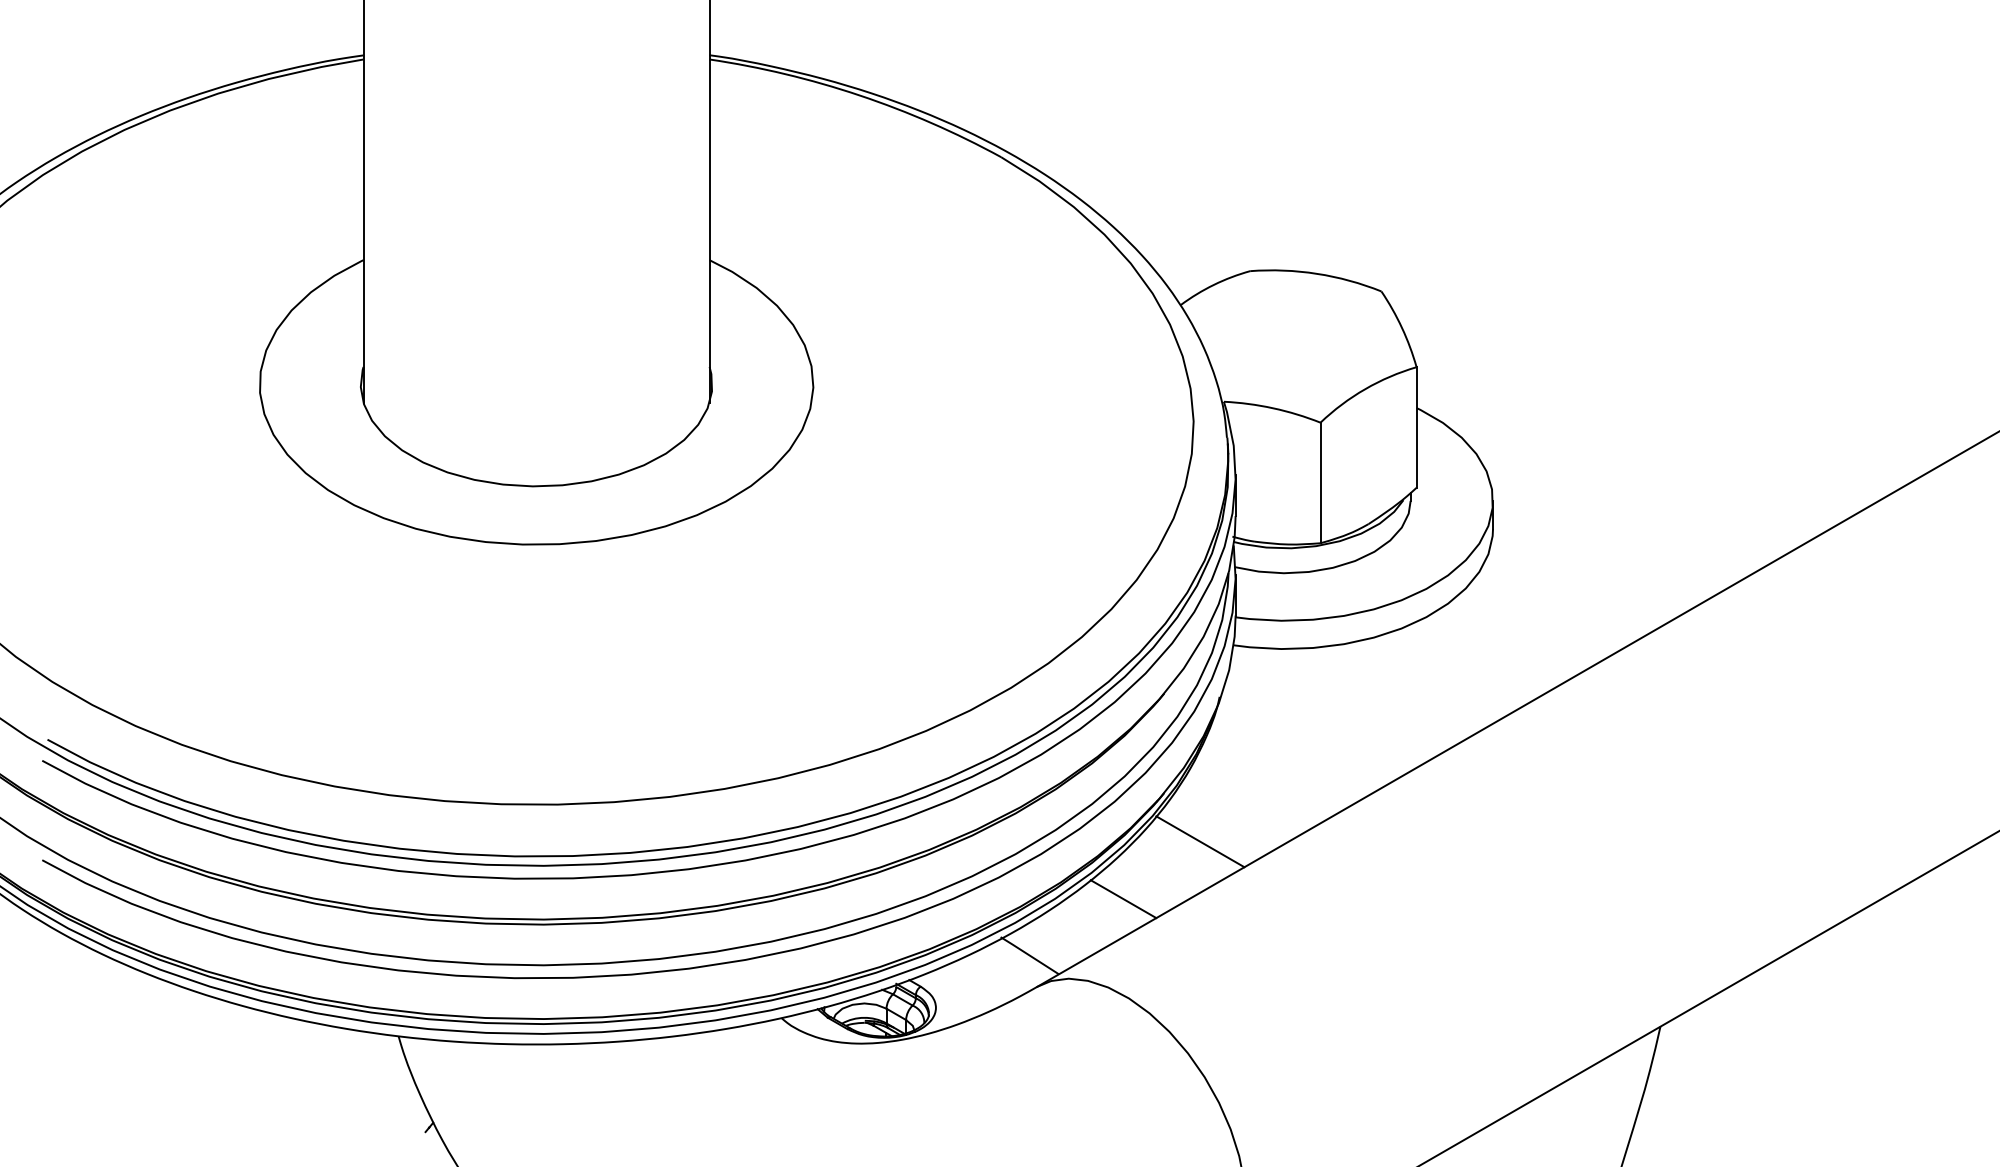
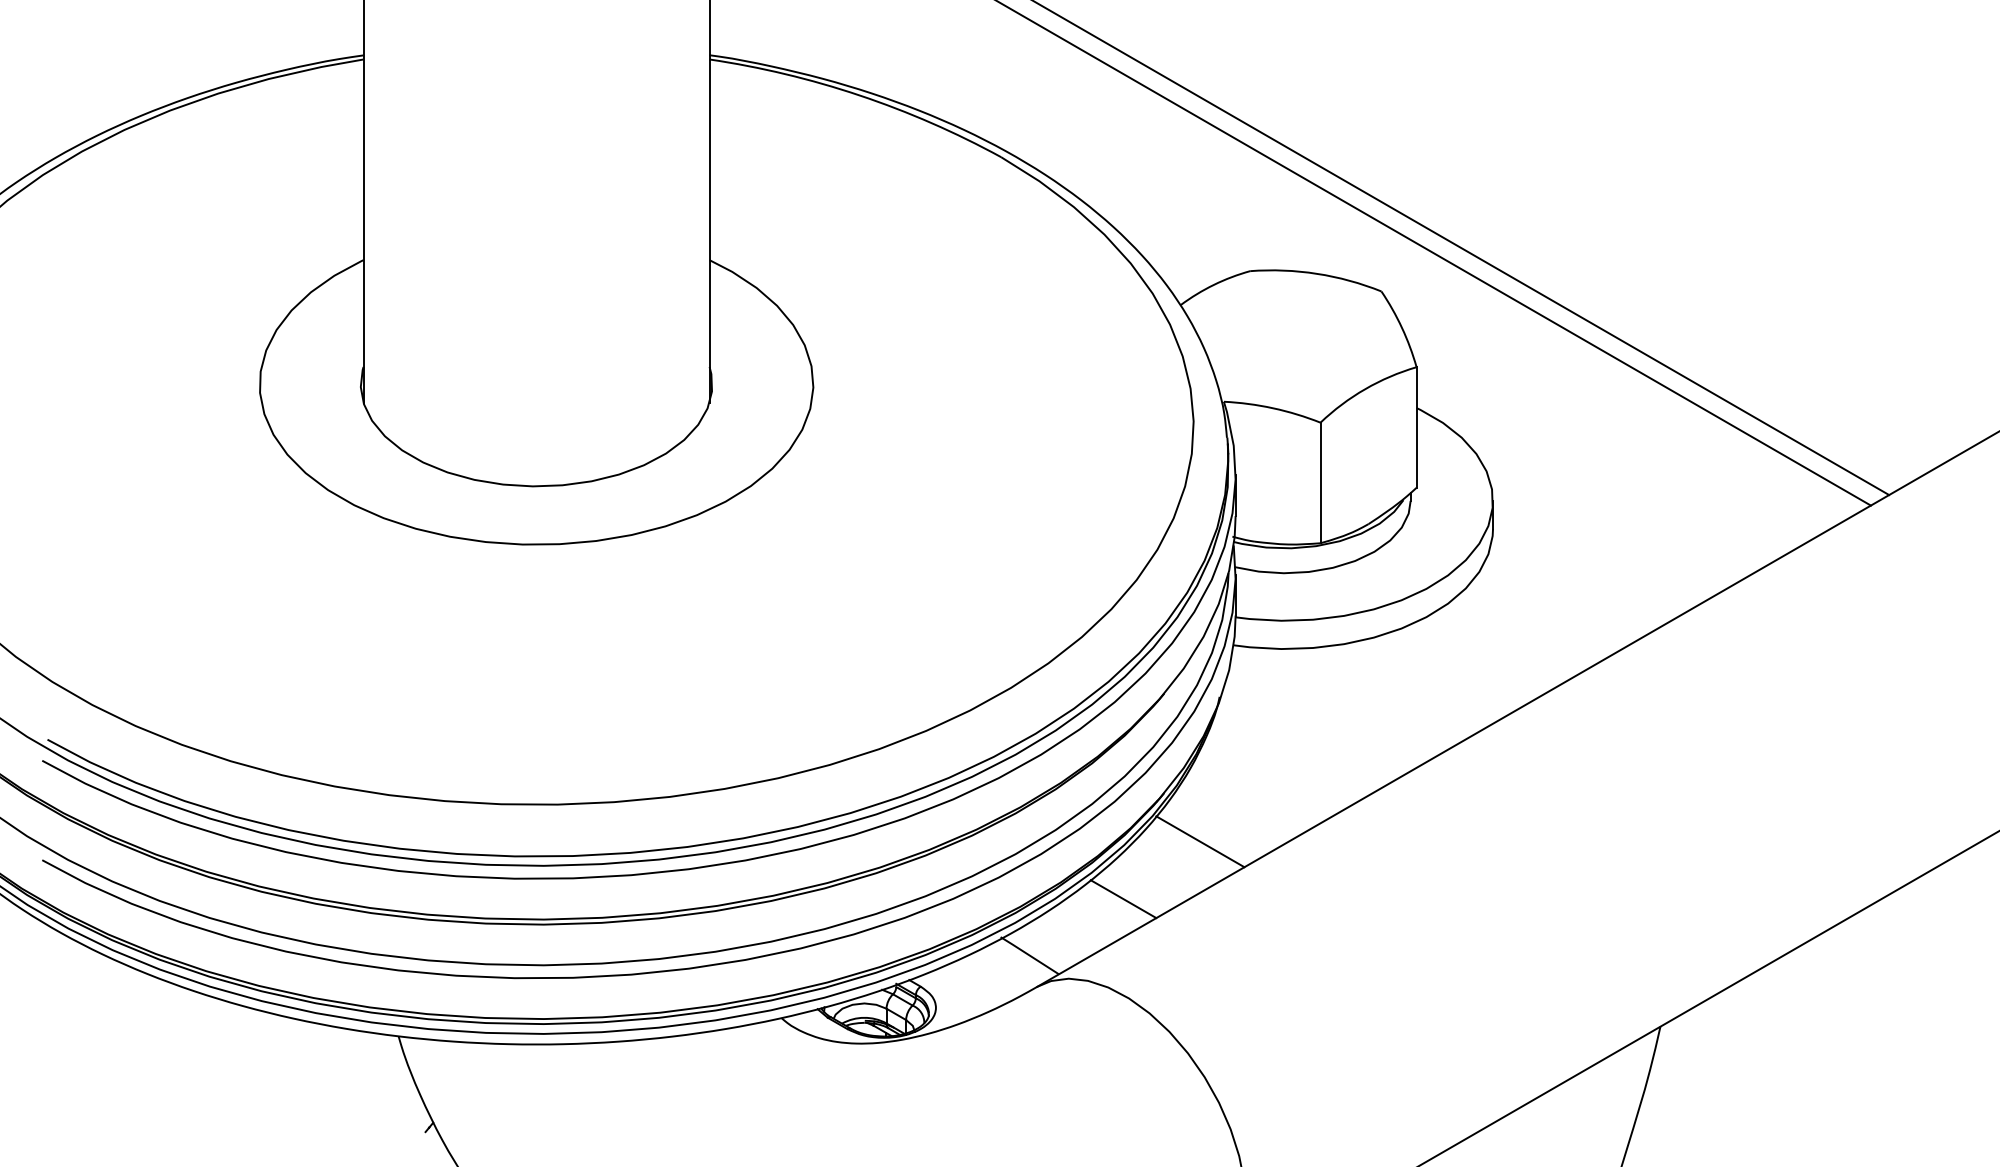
line at (1462, 248): none -> present
line at (1434, 253): none -> present
